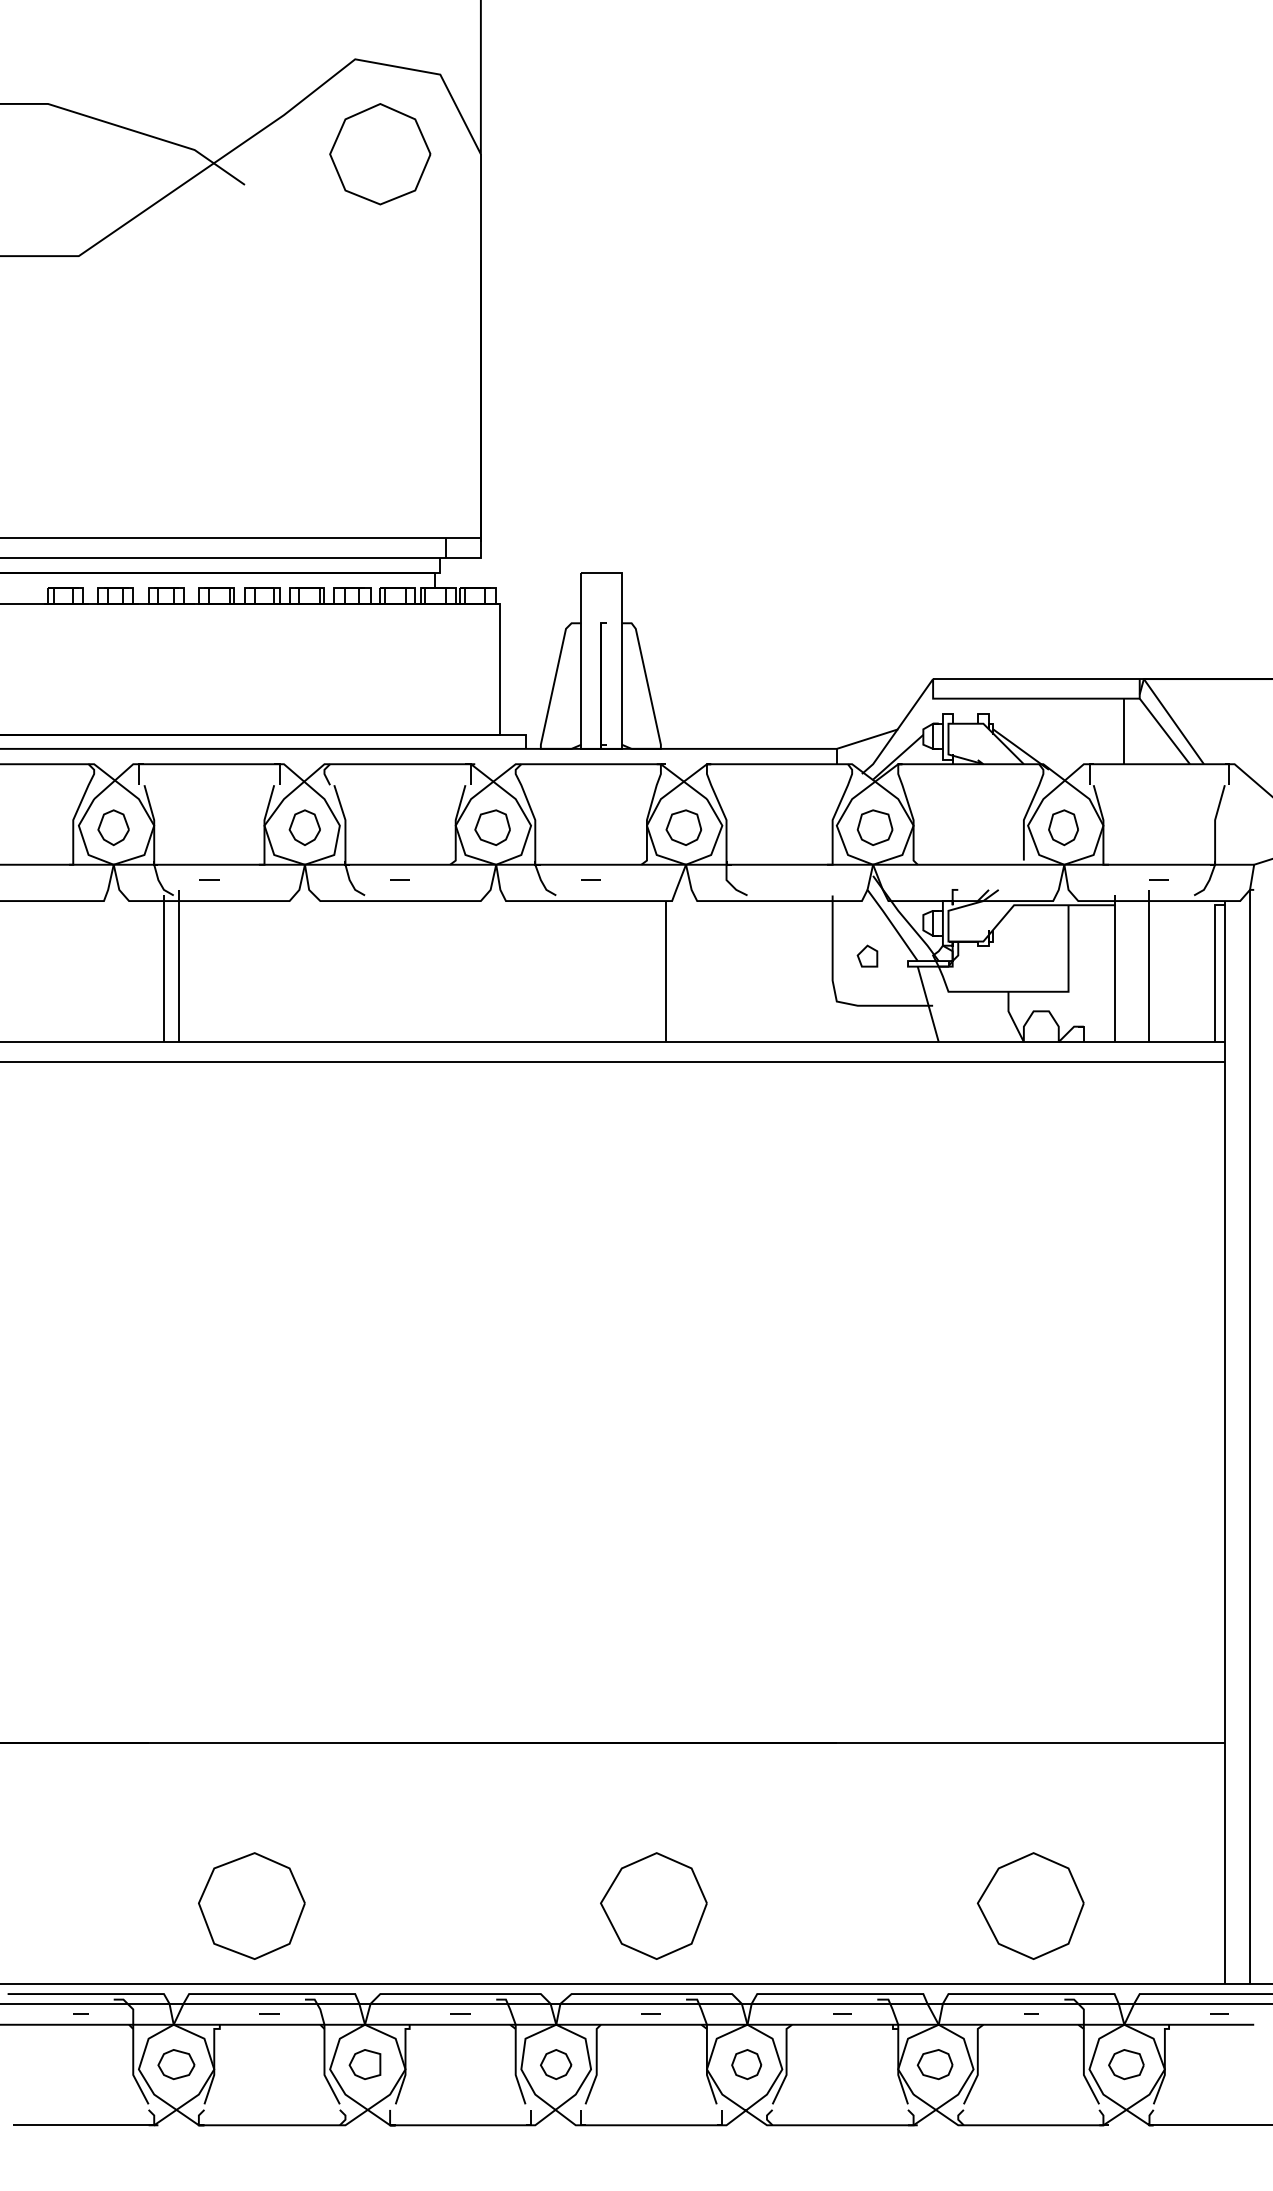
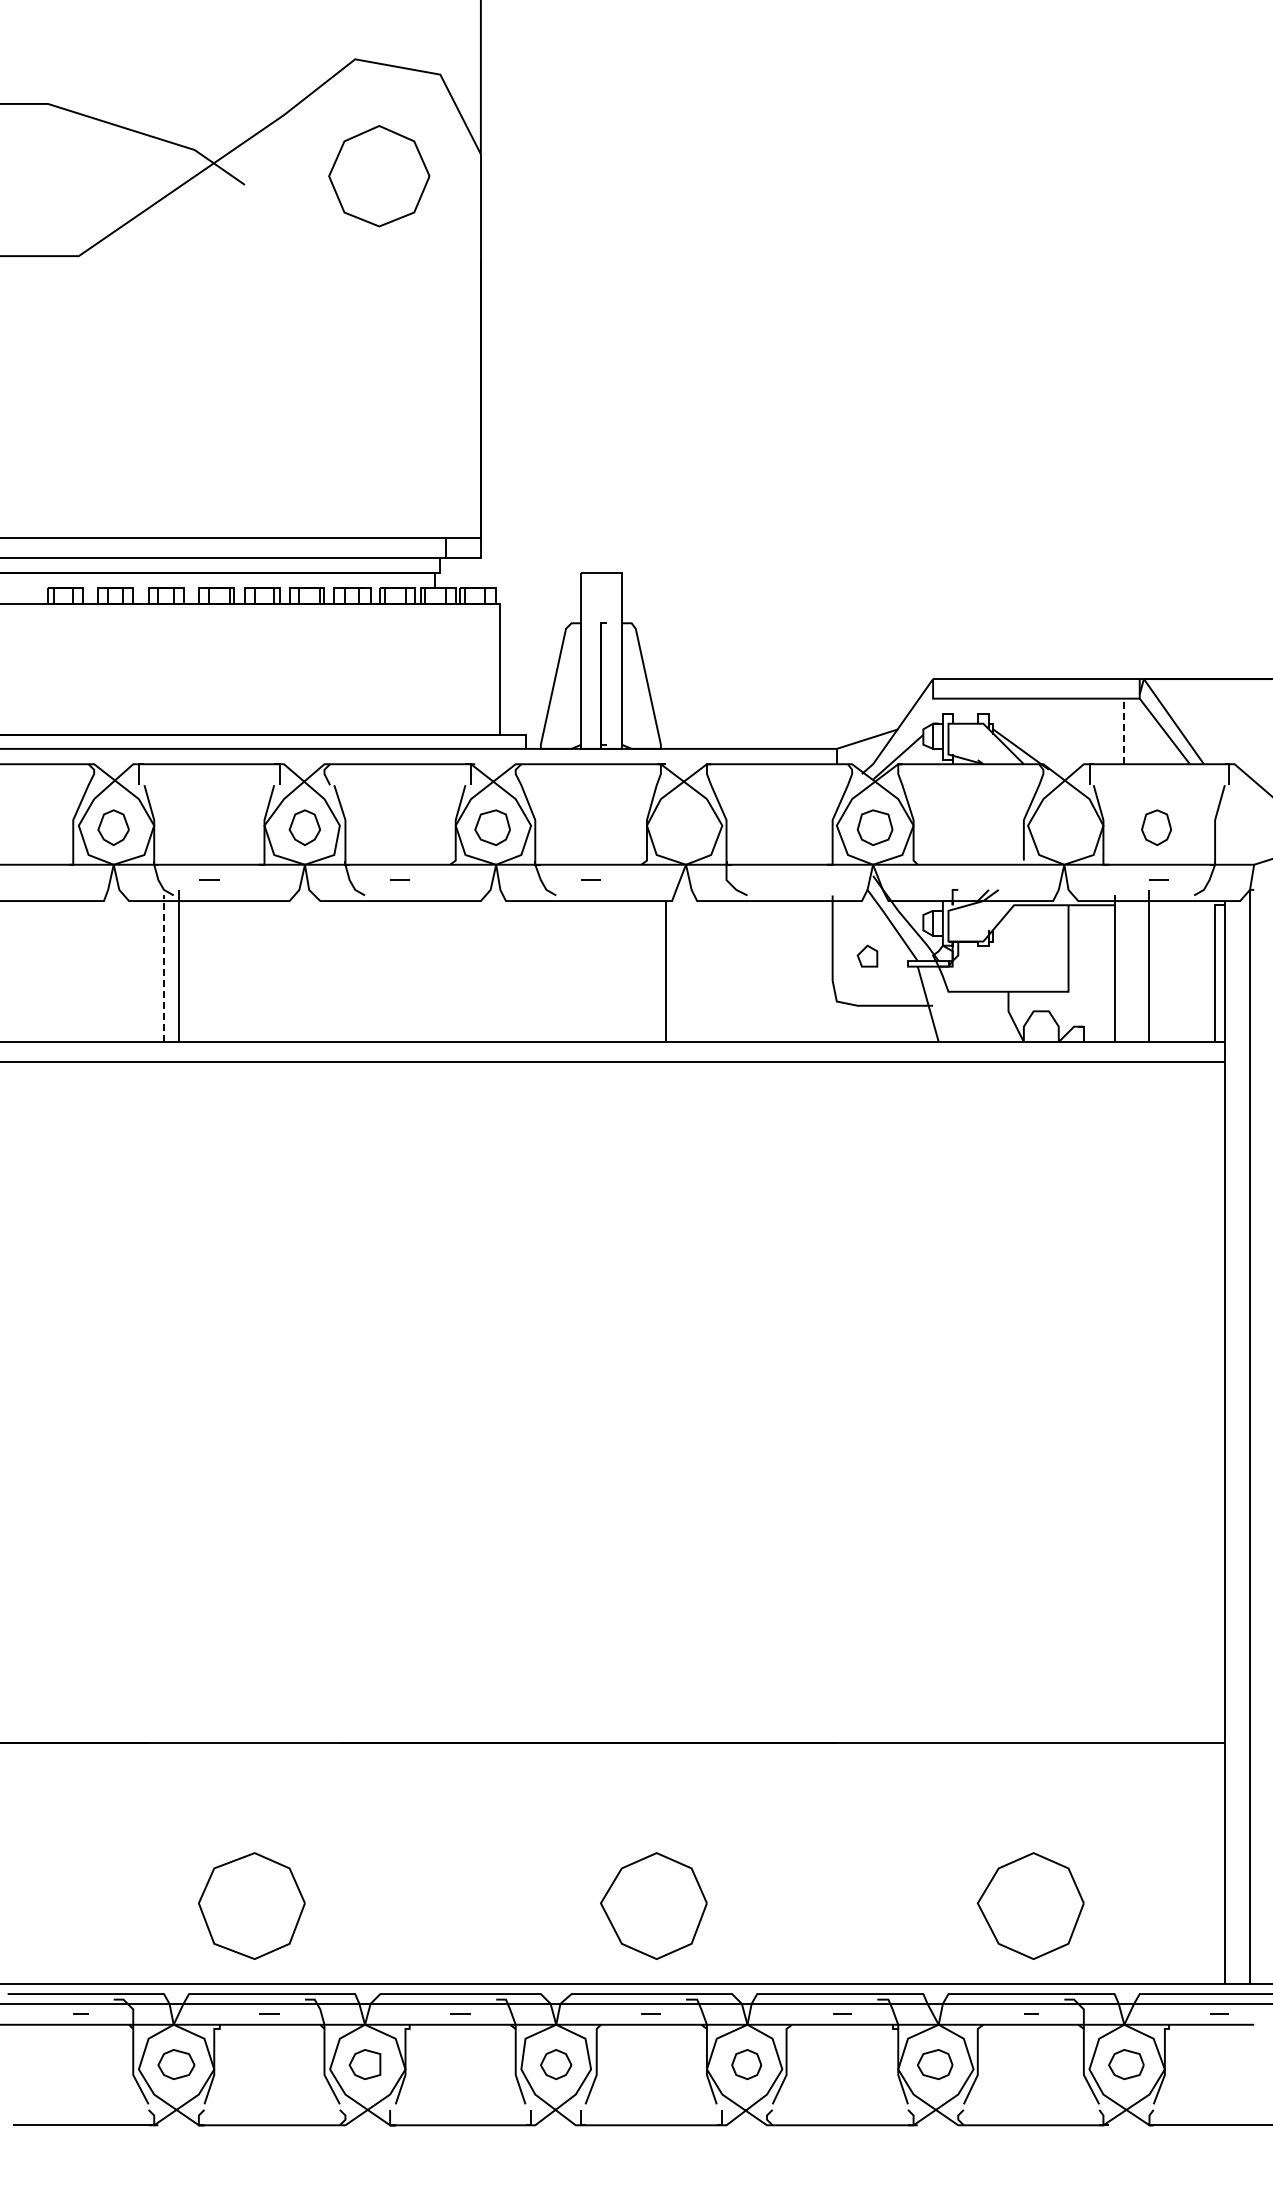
part at (380, 154) position: (380, 154) -> (379, 176)
line at (1124, 731): solid -> dashed
part at (683, 827): present -> none
part at (1063, 827) position: (1063, 827) -> (1156, 827)
line at (163, 968): solid -> dashed
